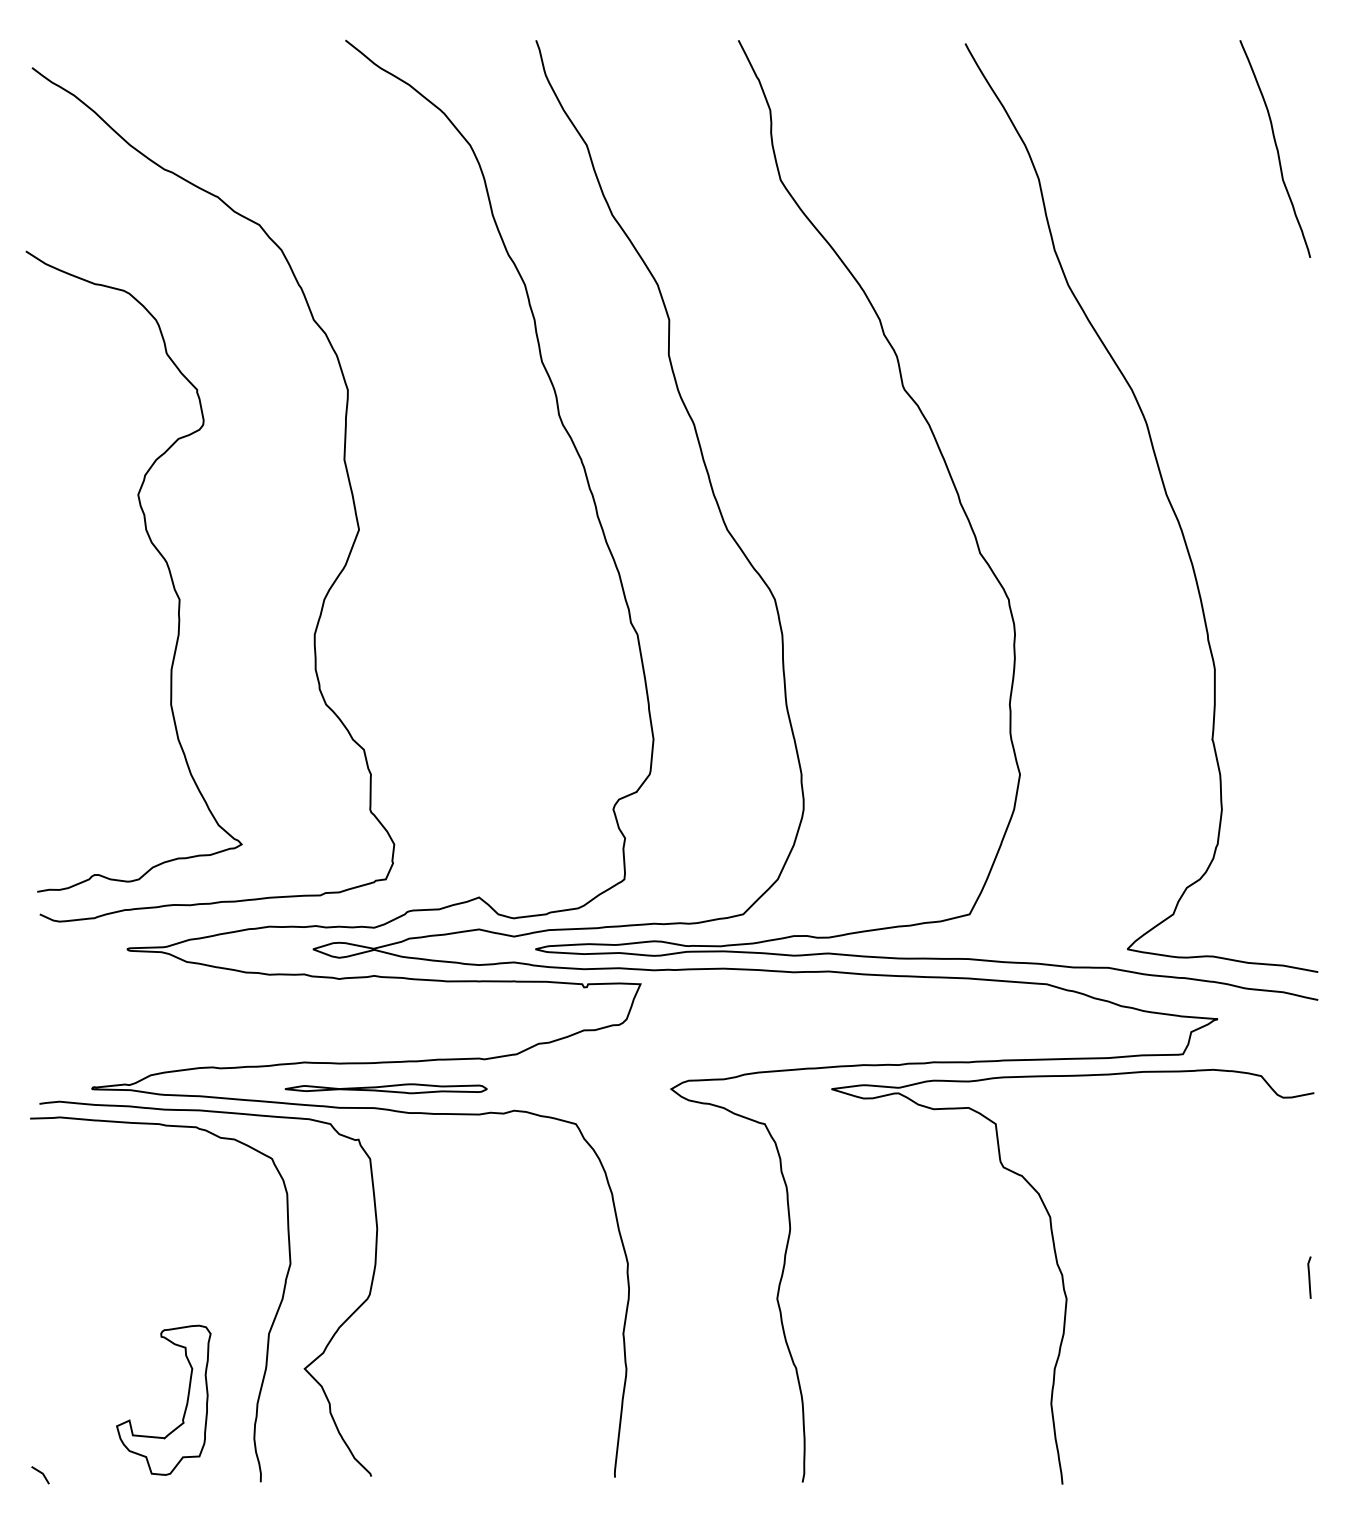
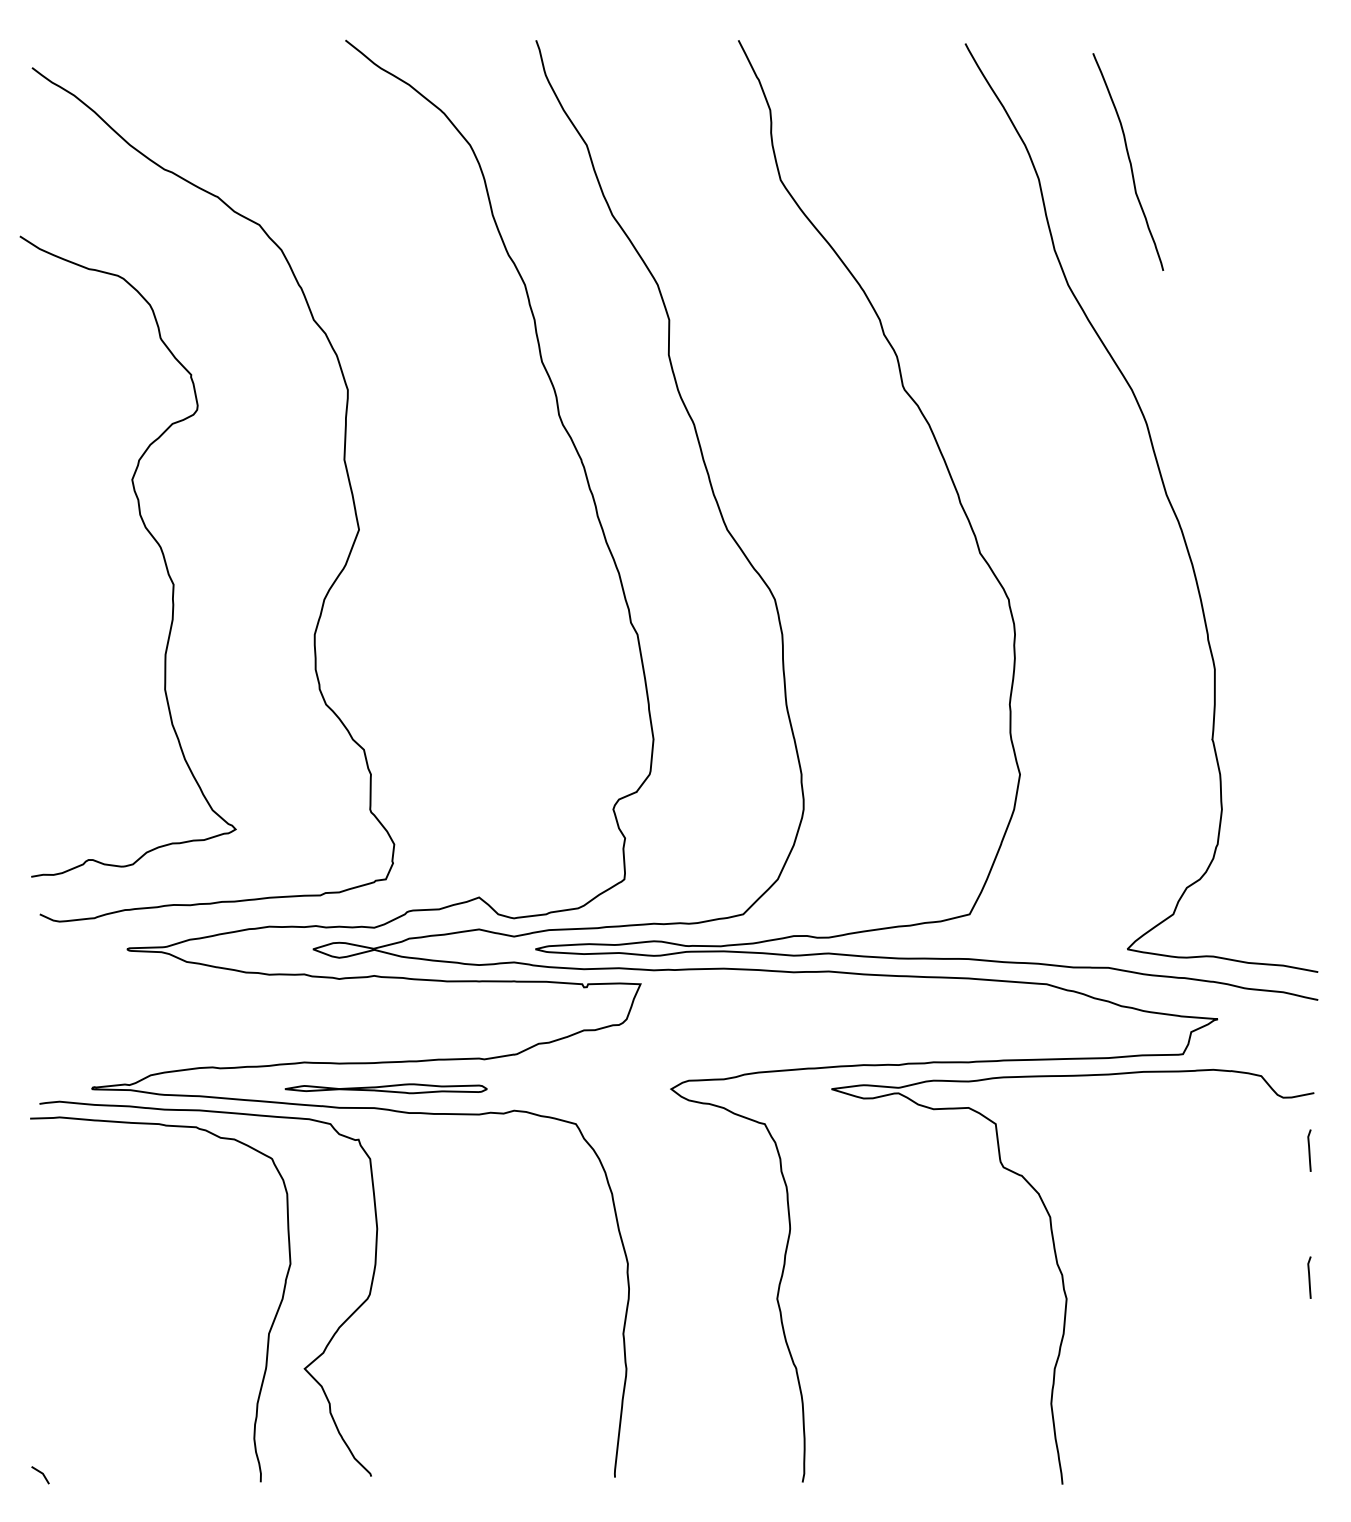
curve at (1275, 147) position: (1275, 147) -> (1128, 160)
curve at (159, 554) position: (159, 554) -> (153, 539)
line at (1309, 1150): none -> present
part at (185, 1405): present -> none
